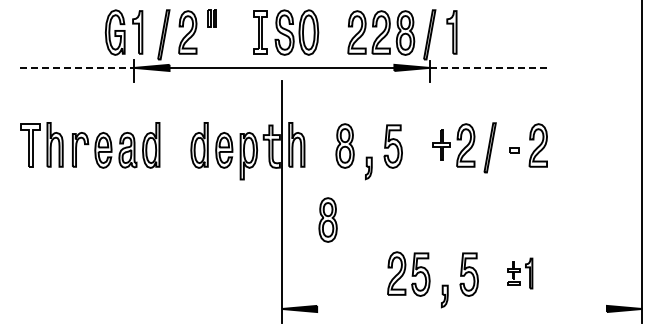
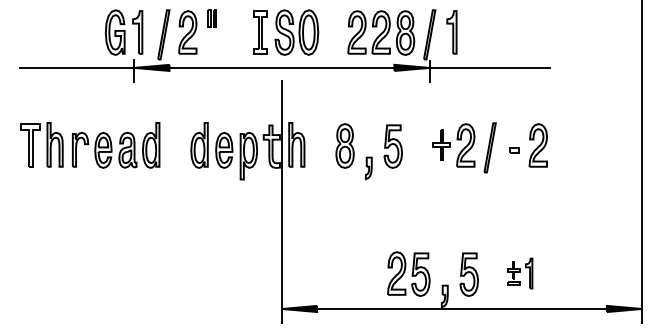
line at (77, 67): dashed -> solid
line at (489, 67): dashed -> solid
part at (327, 219): present -> none
line at (461, 308): none -> present
